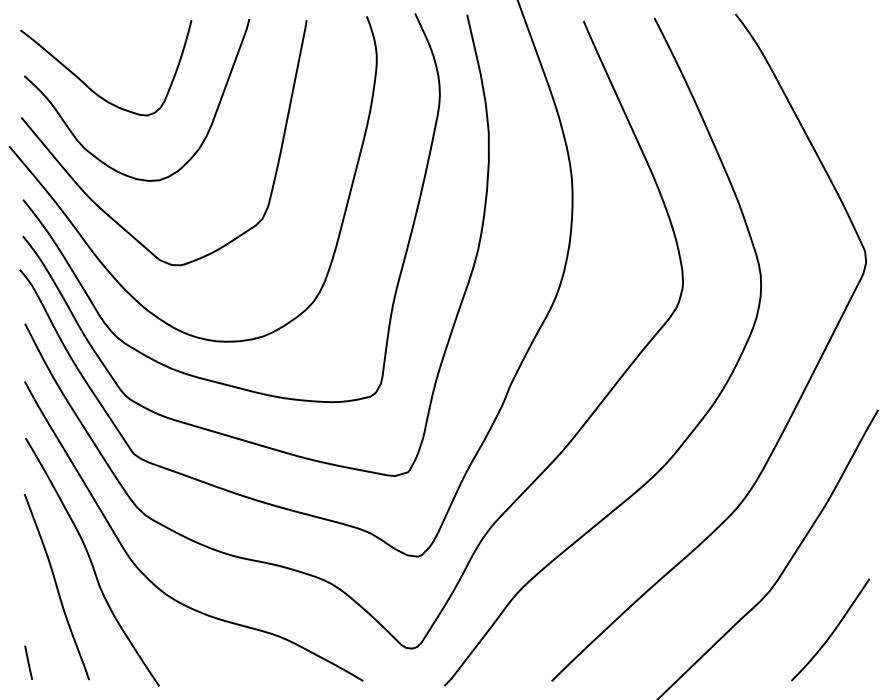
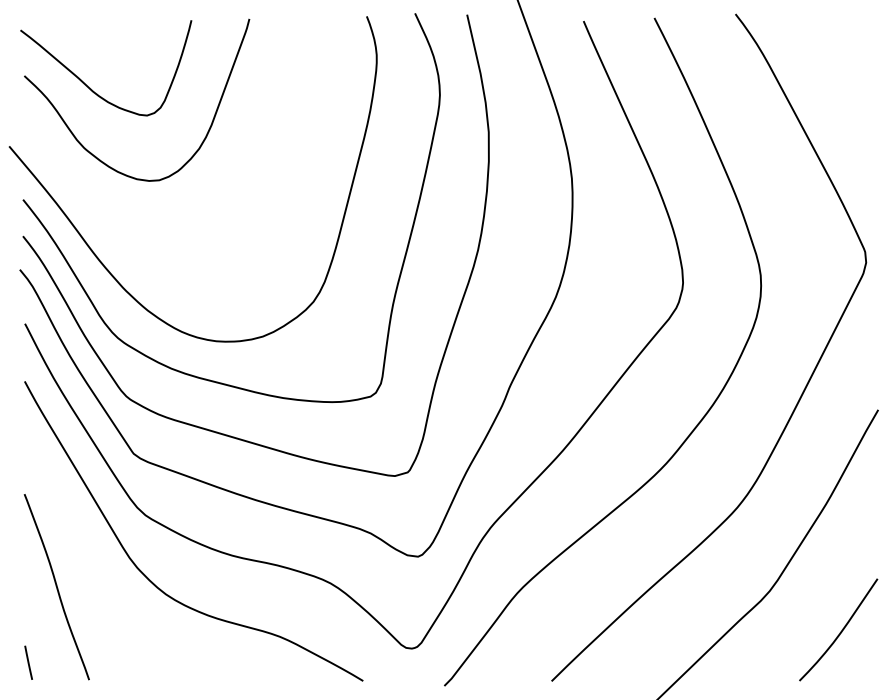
curve at (102, 208): present -> none
curve at (91, 561): present -> none
curve at (832, 631) position: (832, 631) -> (840, 631)
